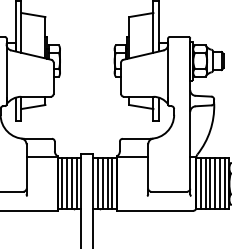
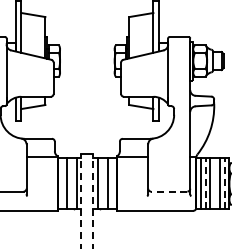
line at (62, 183): present -> none
line at (71, 183): present -> none
line at (102, 183): present -> none
line at (112, 183): present -> none
line at (205, 183): solid -> dashed
line at (215, 183): present -> none
line at (224, 183): solid -> dashed
line at (168, 191): solid -> dashed
line at (81, 200): solid -> dashed
line at (93, 200): solid -> dashed
